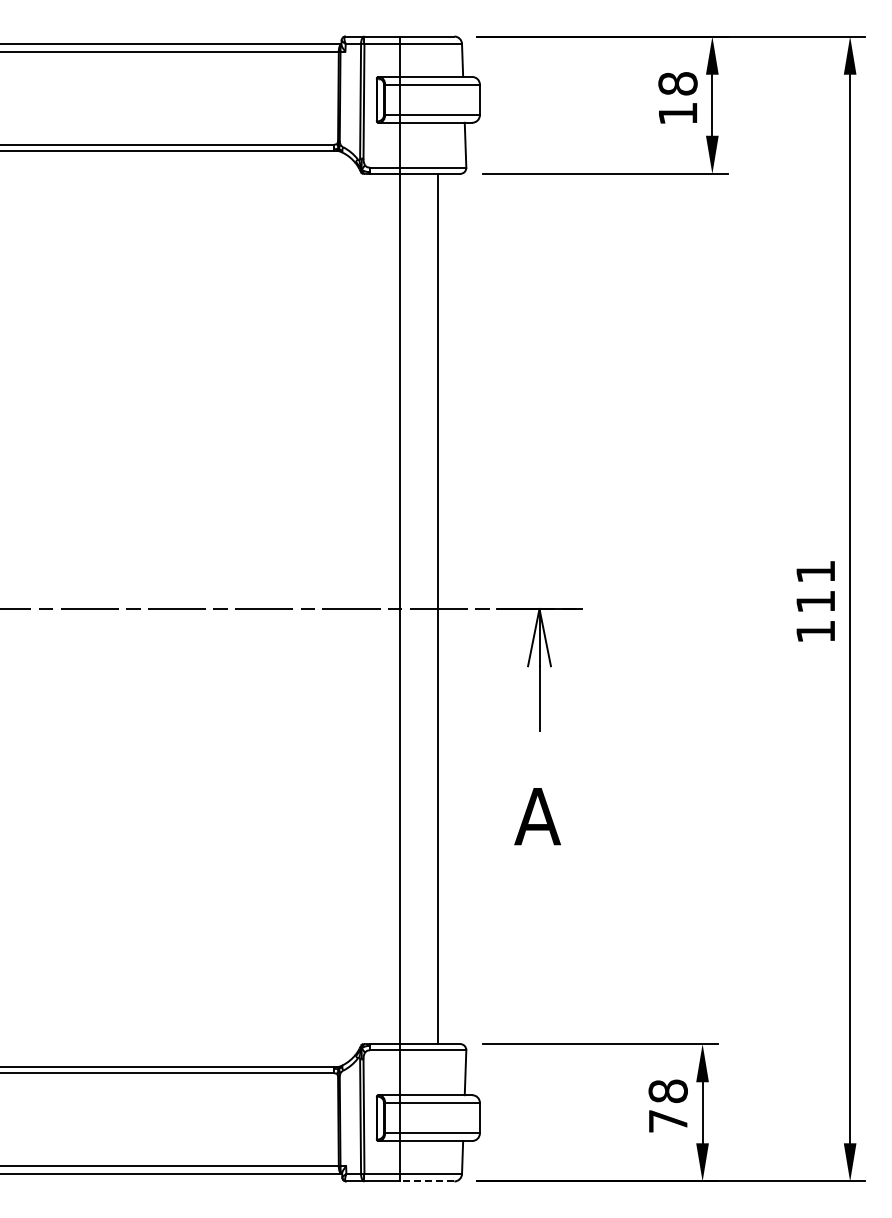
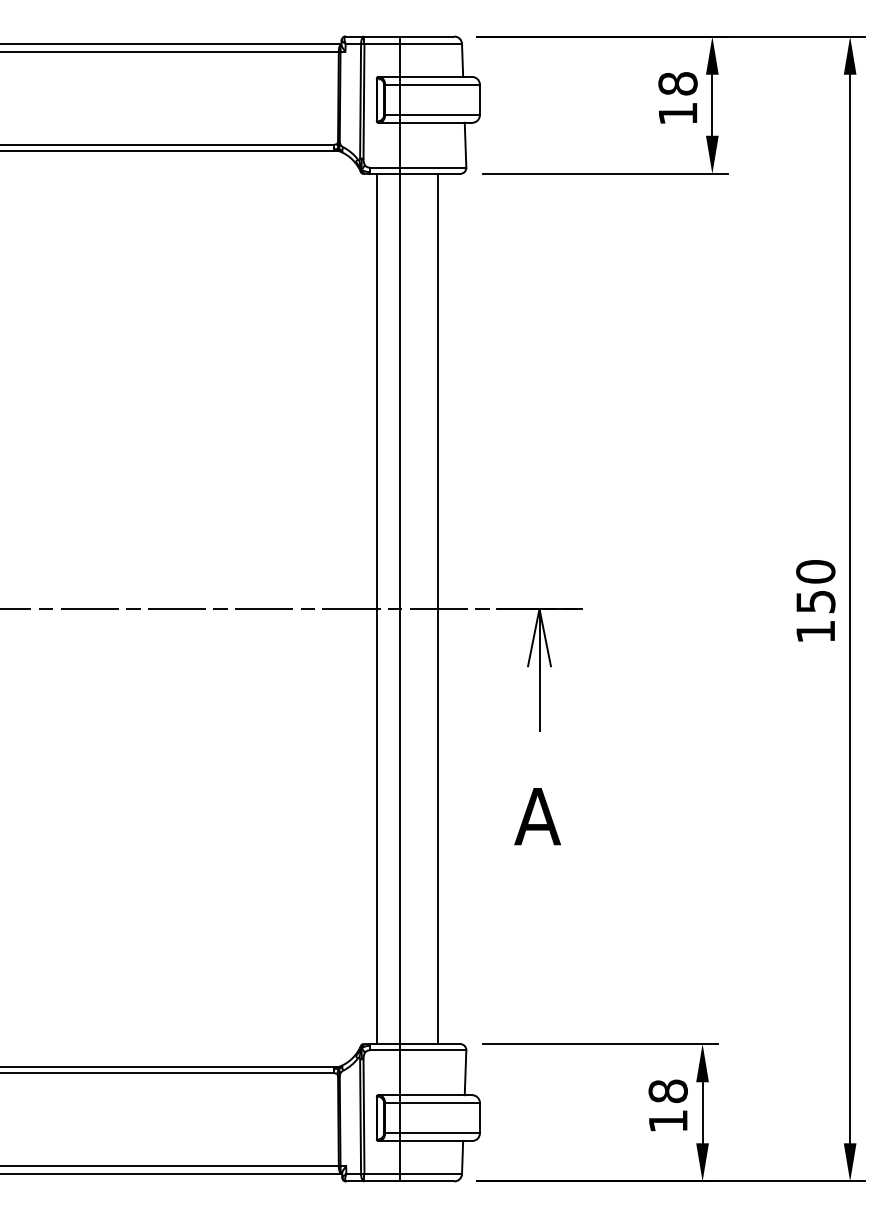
text at (815, 586): 111 -> 150
line at (376, 608): none -> present
text at (668, 1121): 78 -> 18
line at (426, 1181): dashed -> solid
